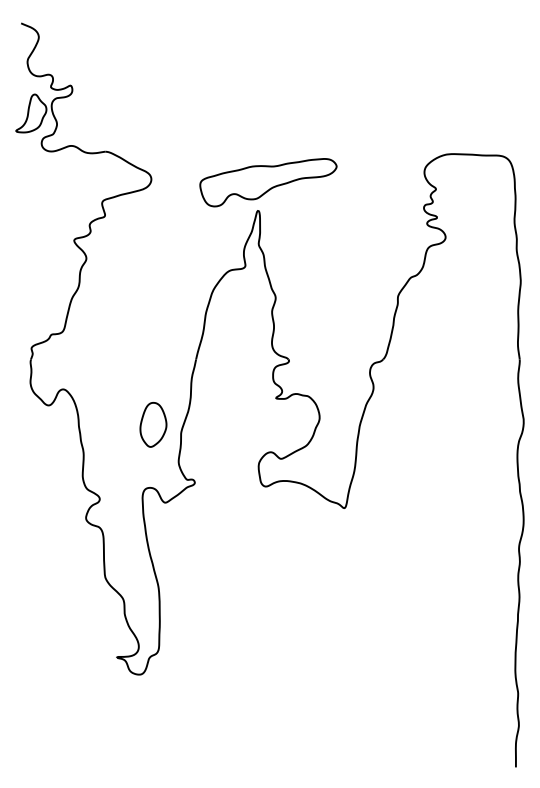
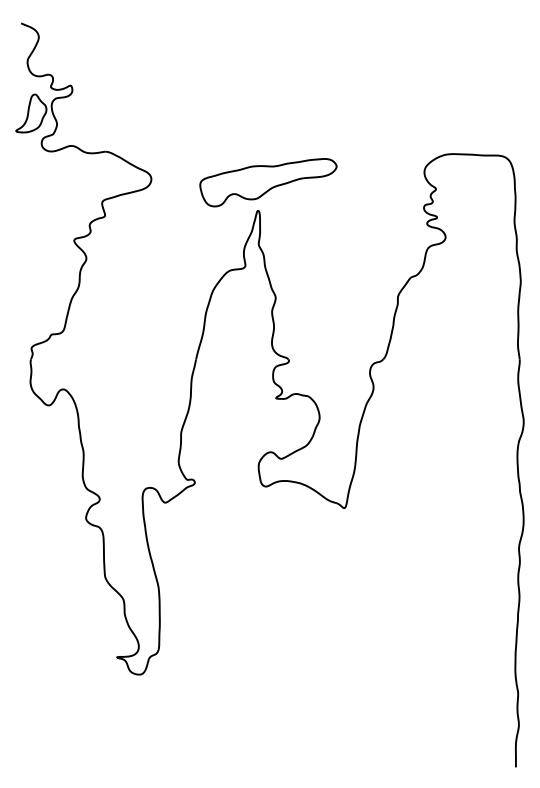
part at (153, 424): present -> none
